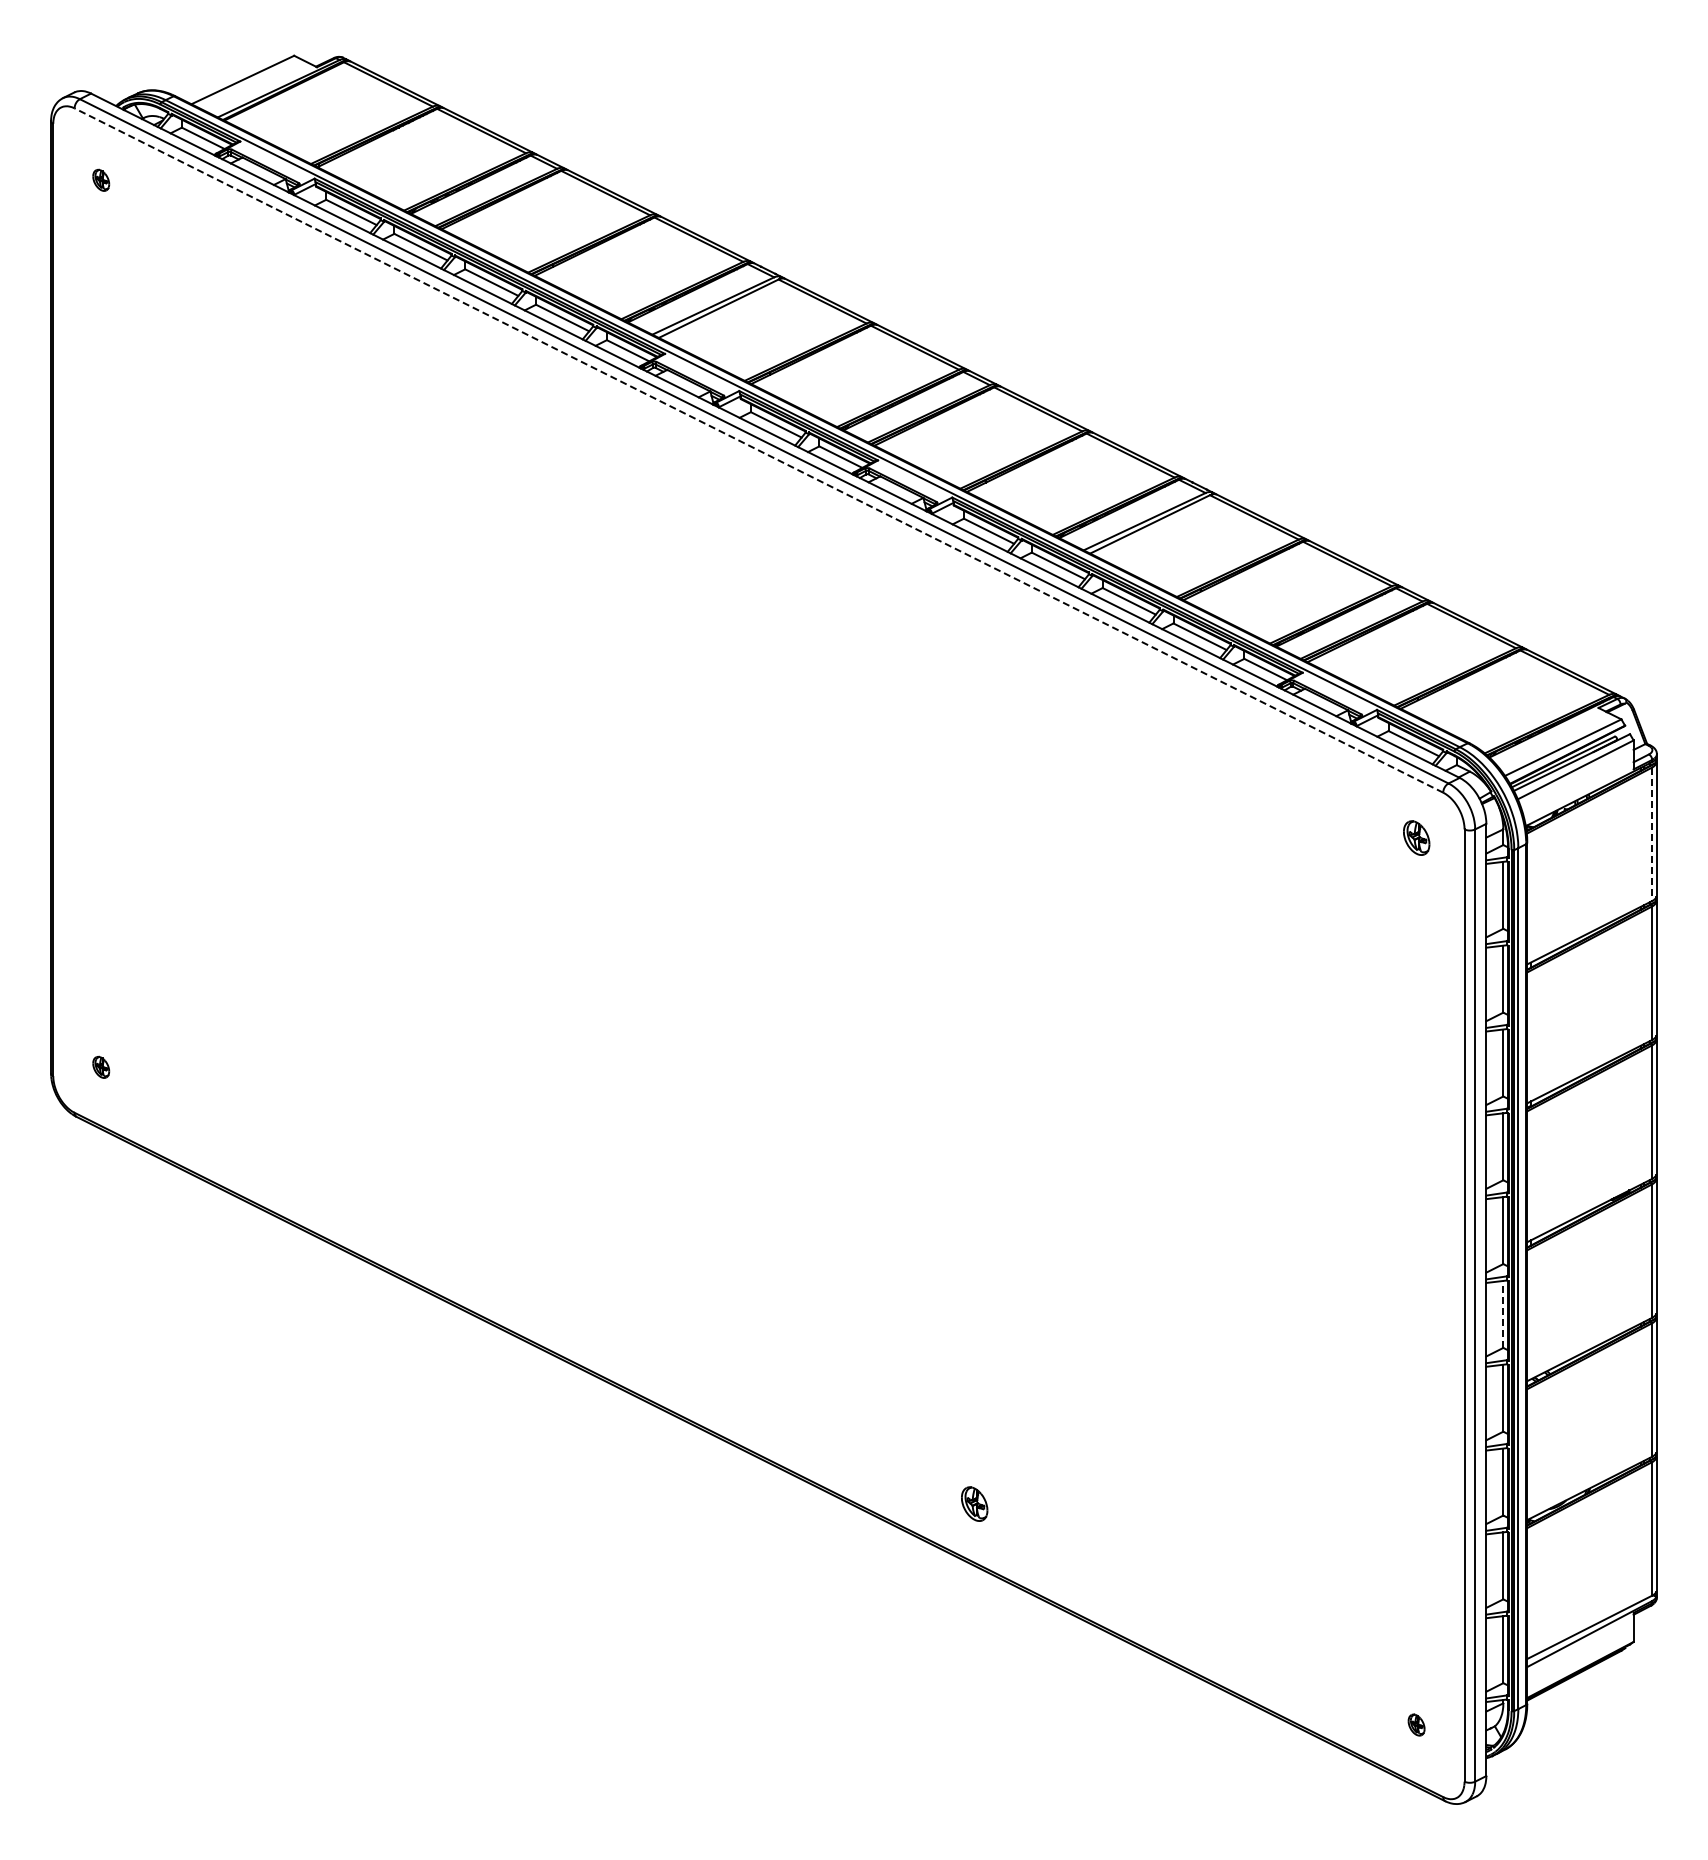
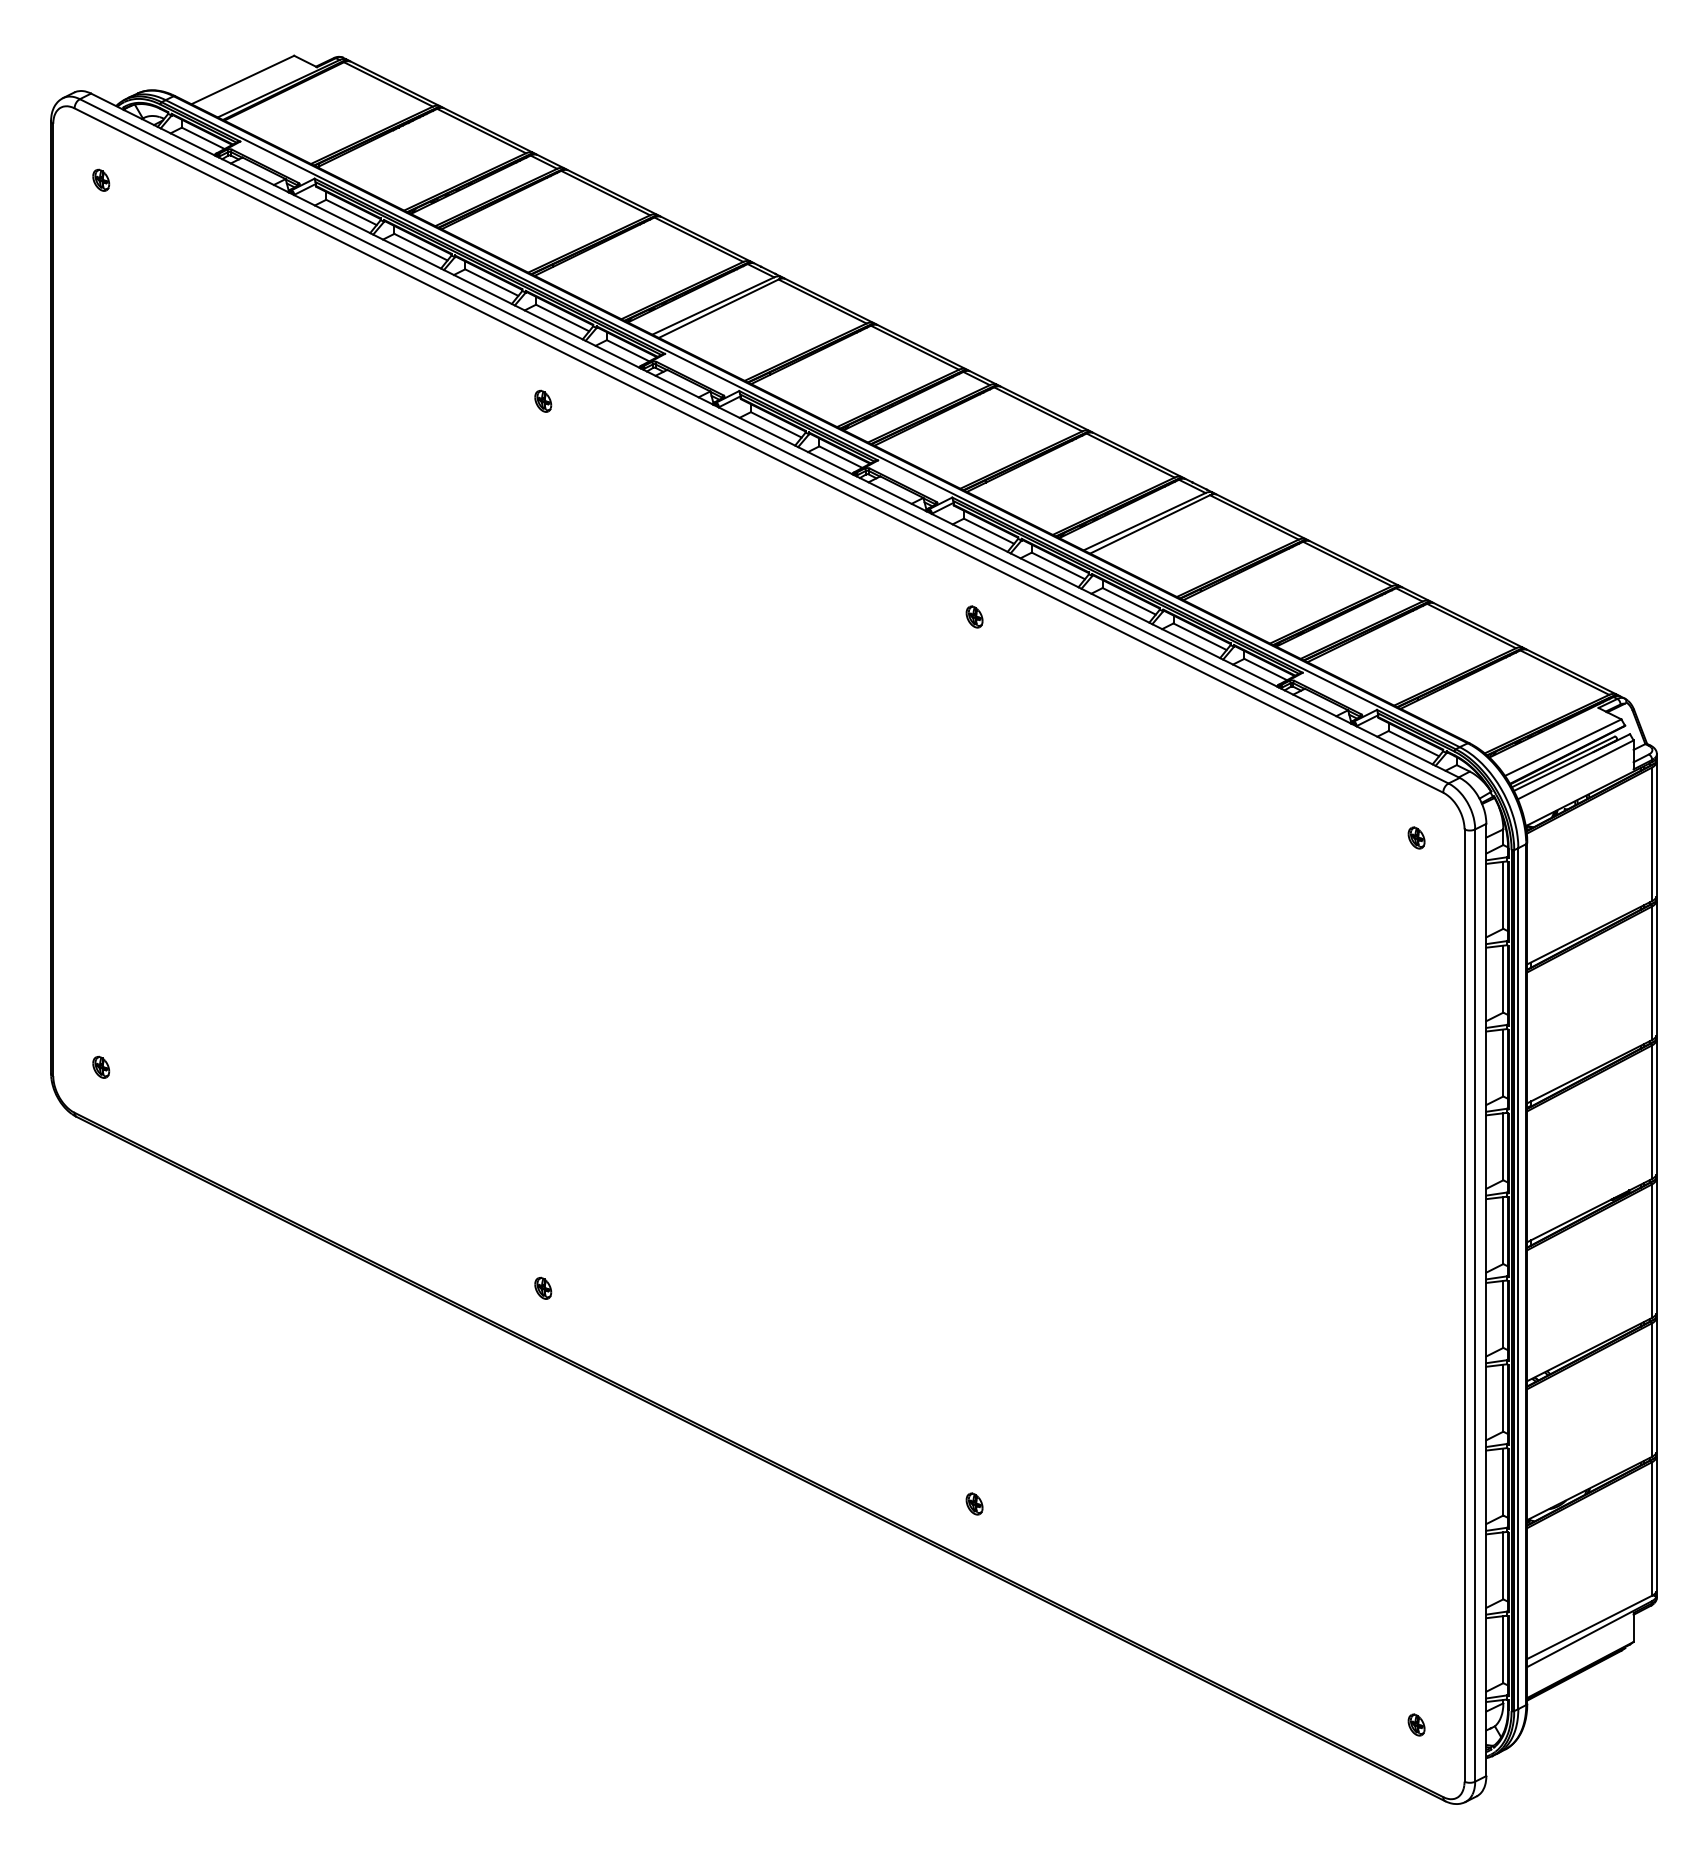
part at (543, 400): none -> present
line at (758, 450): dashed -> solid
part at (974, 616): none -> present
line at (1652, 834): dashed -> solid
part at (1416, 837) size: 28x36 px -> 19x24 px
part at (543, 1287): none -> present
line at (1503, 1313): dashed -> solid
part at (974, 1503) size: 28x36 px -> 19x24 px
